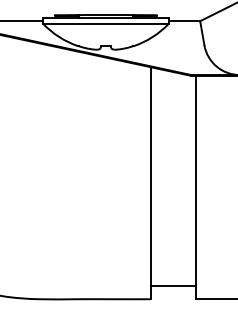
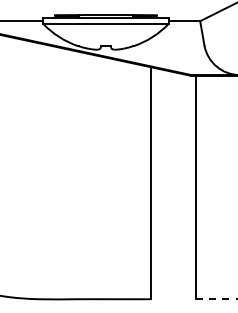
line at (172, 285): present -> none
line at (216, 299): solid -> dashed
